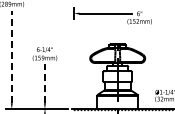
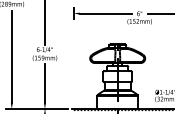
line at (159, 13): none -> present
line at (44, 23): none -> present
line at (11, 57): dashed -> solid
line at (44, 83): dashed -> solid
